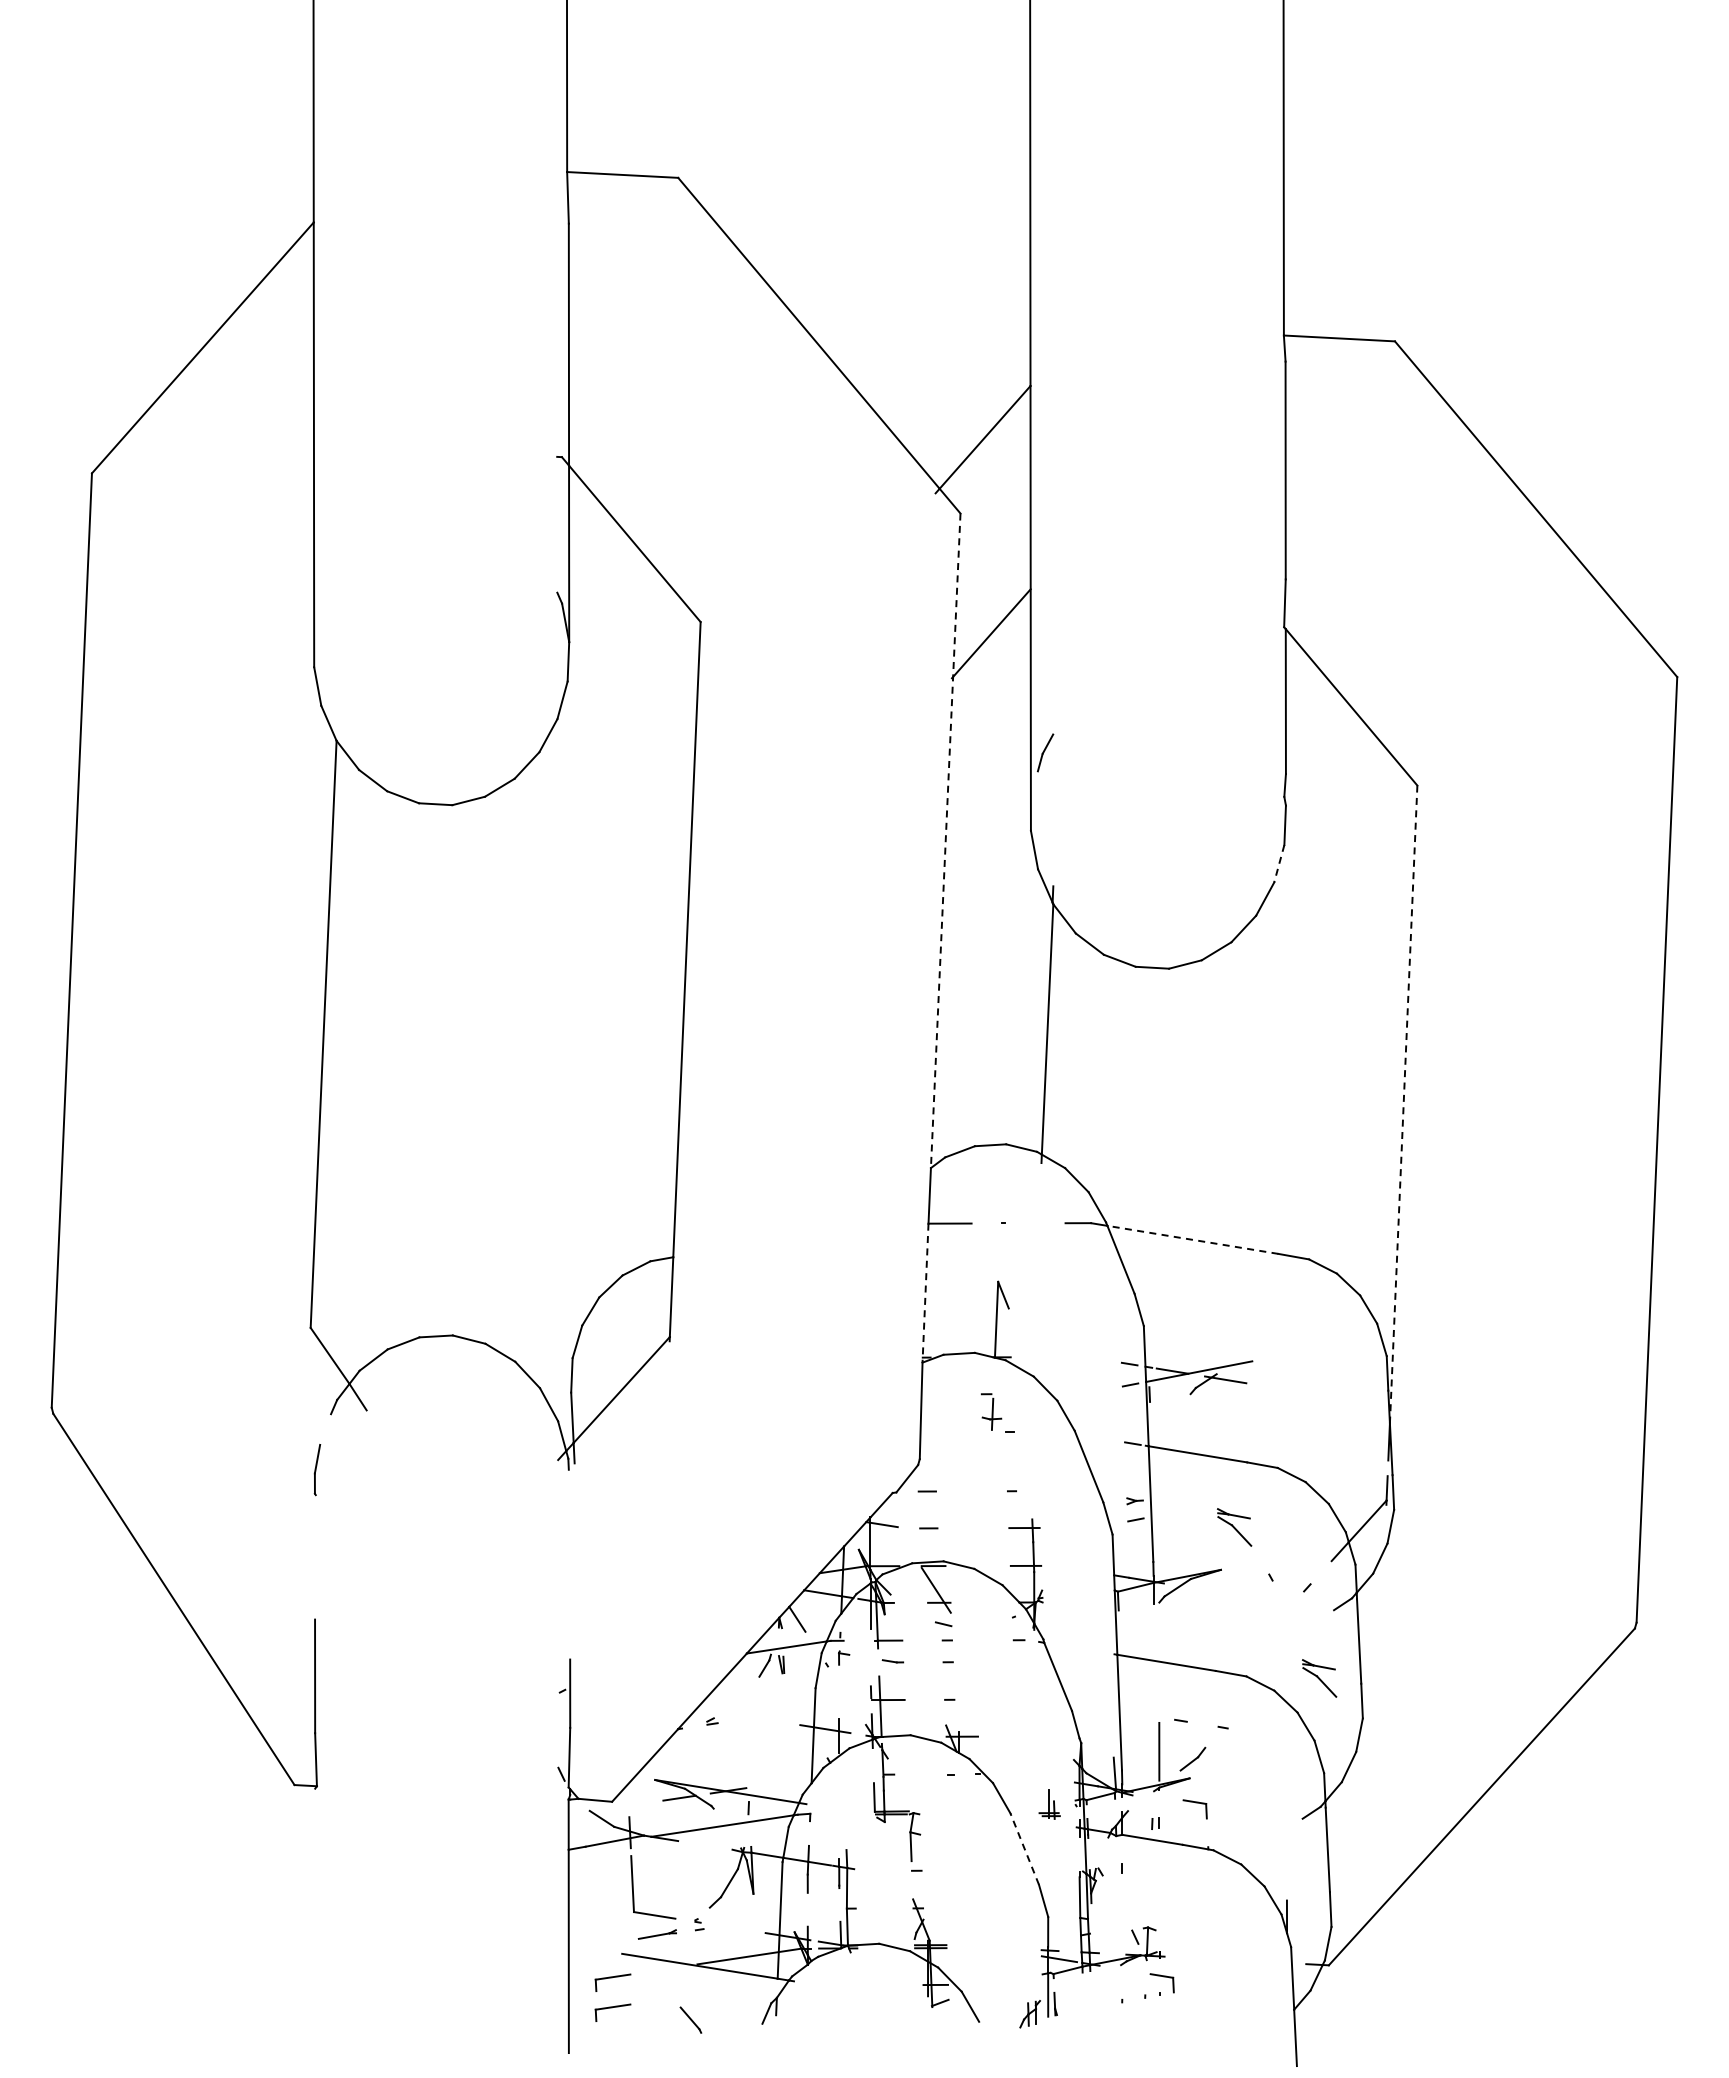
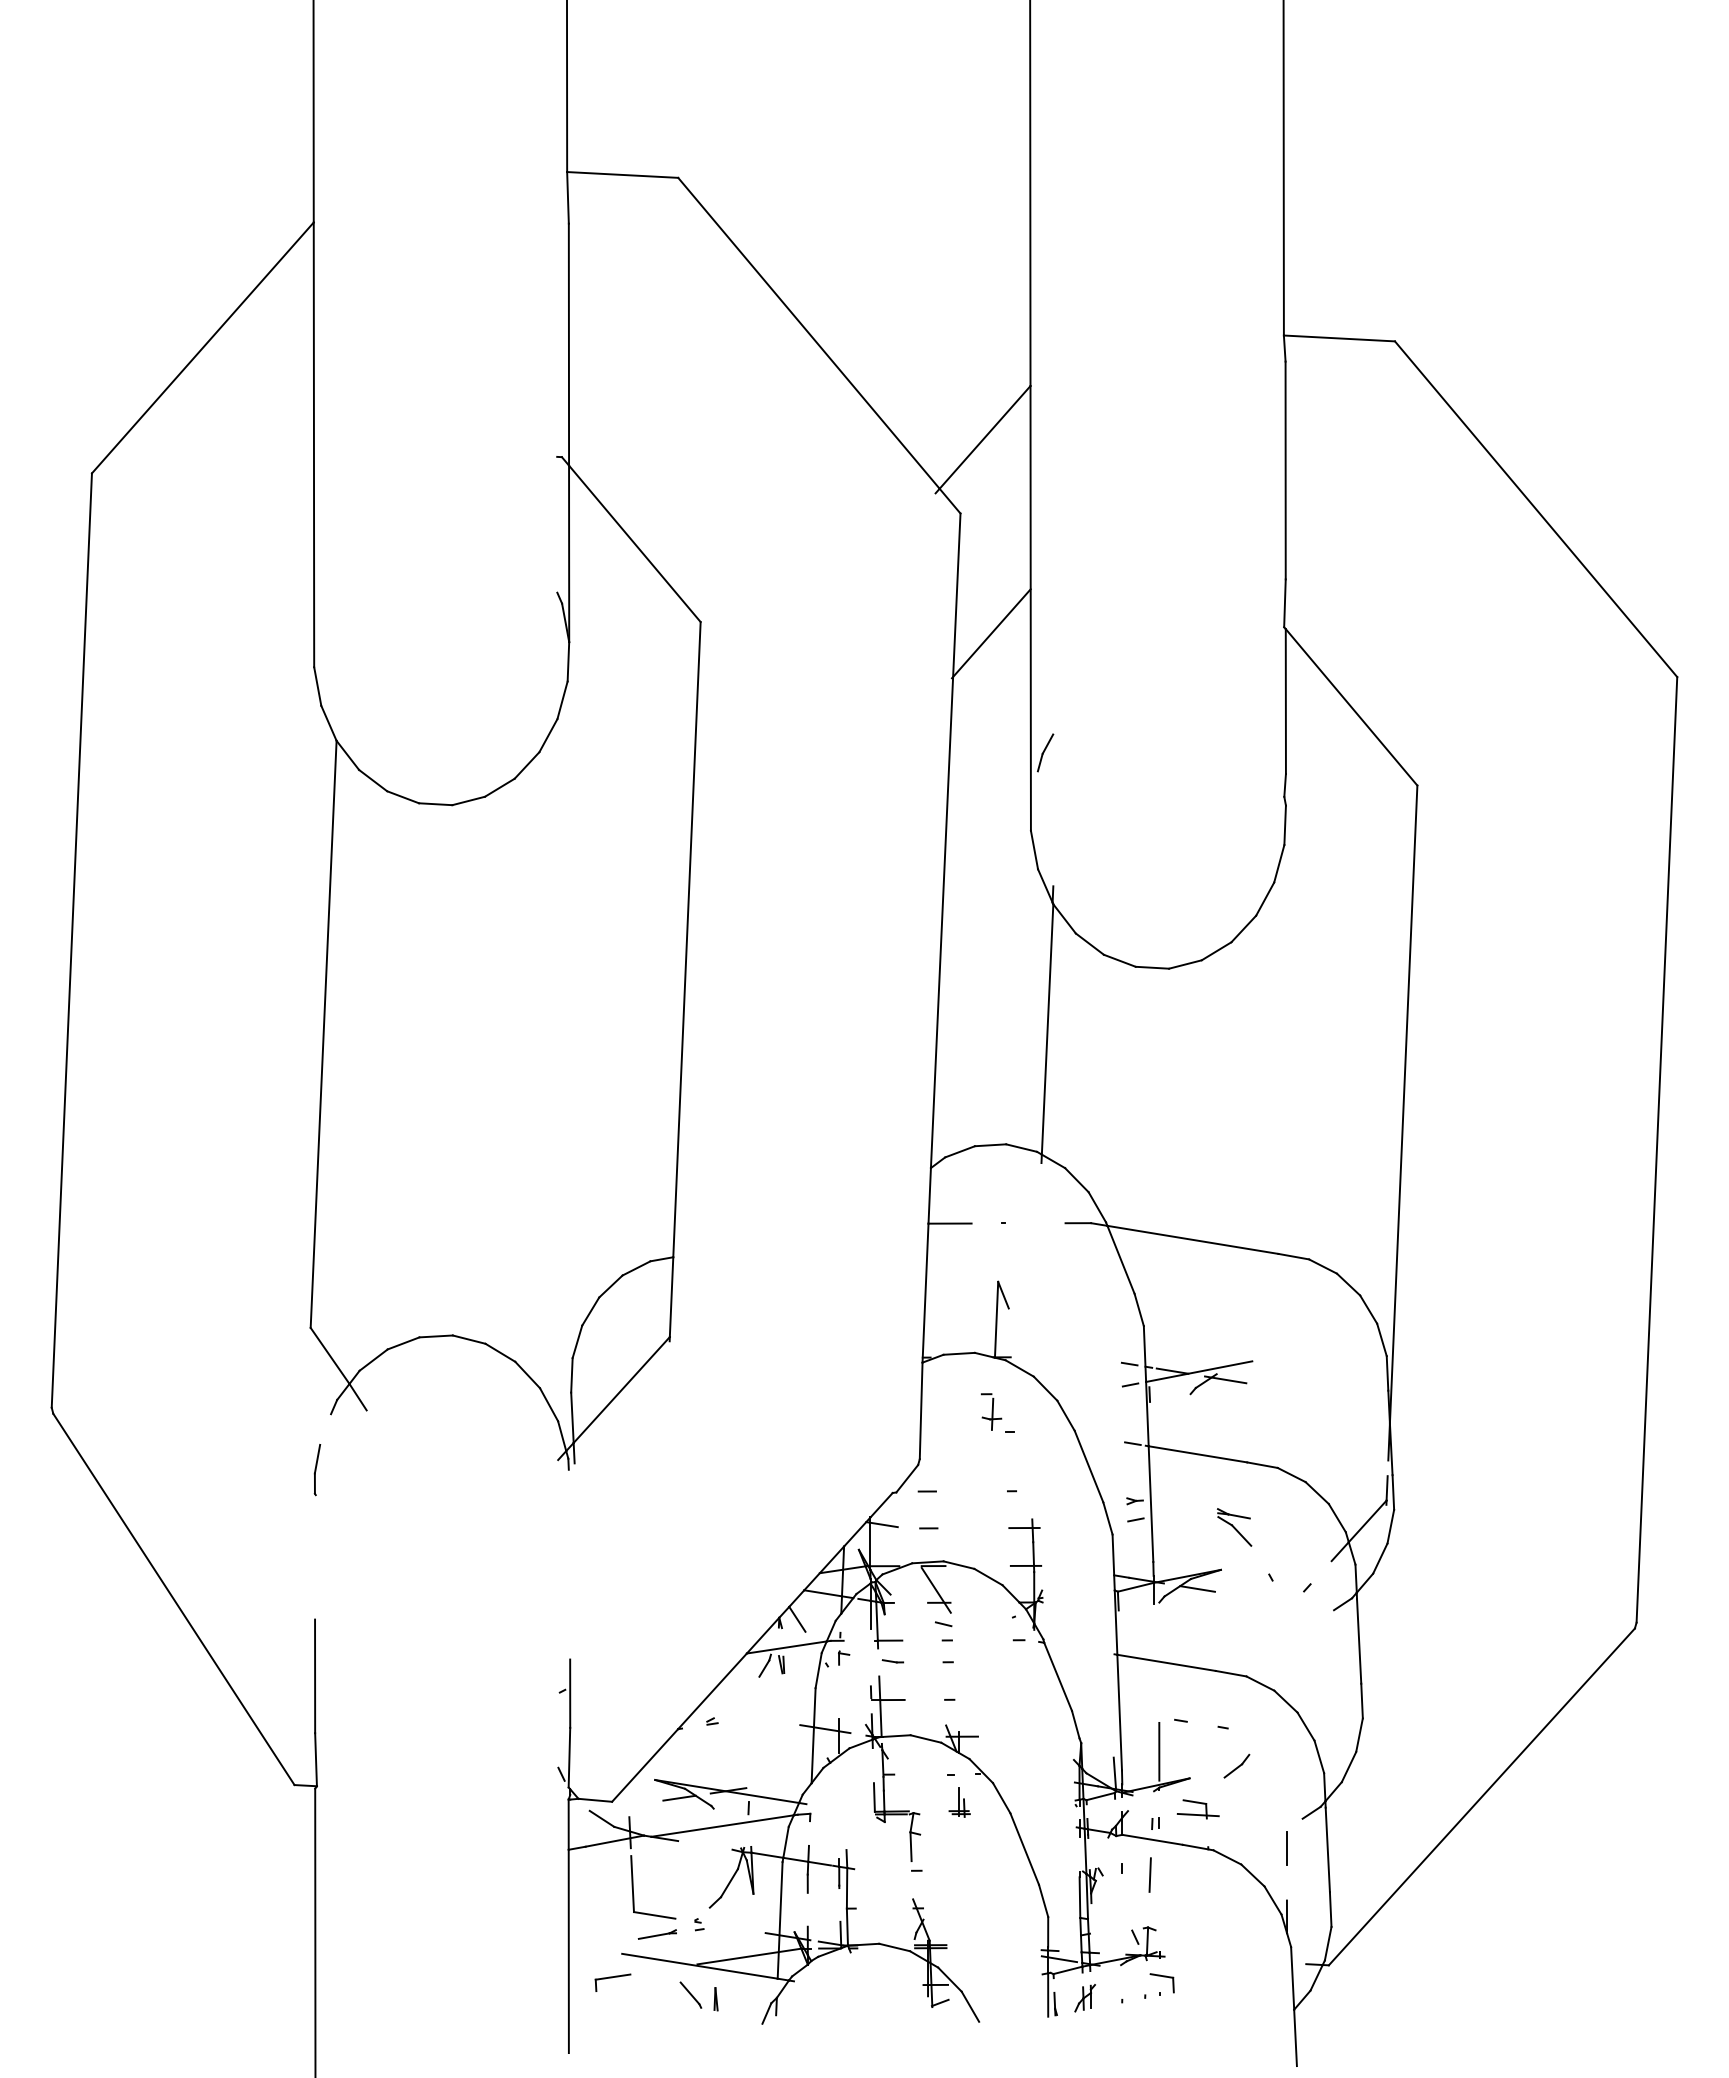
line at (945, 840): dashed -> solid
line at (1279, 864): dashed -> solid
line at (1403, 1105): dashed -> solid
line at (1192, 1239): dashed -> solid
line at (925, 1293): dashed -> solid
line at (1197, 1588): none -> present
part at (1319, 1678): present -> none
part at (1192, 1758) position: (1192, 1758) -> (1236, 1765)
part at (1049, 1804) position: (1049, 1804) -> (959, 1802)
line at (1197, 1814): none -> present
line at (1286, 1848): none -> present
line at (1024, 1849): dashed -> solid
line at (1149, 1874): none -> present
line at (315, 1931): none -> present
part at (715, 1999): none -> present
part at (612, 2012): present -> none
part at (1029, 2014) position: (1029, 2014) -> (1084, 1998)
line at (690, 2019) position: (690, 2019) -> (690, 1994)
